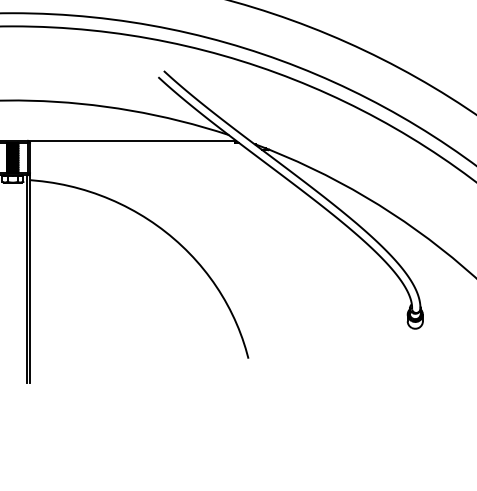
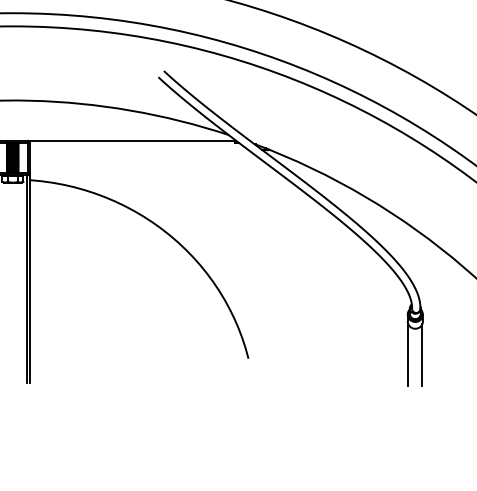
line at (408, 355): none -> present
line at (422, 355): none -> present
